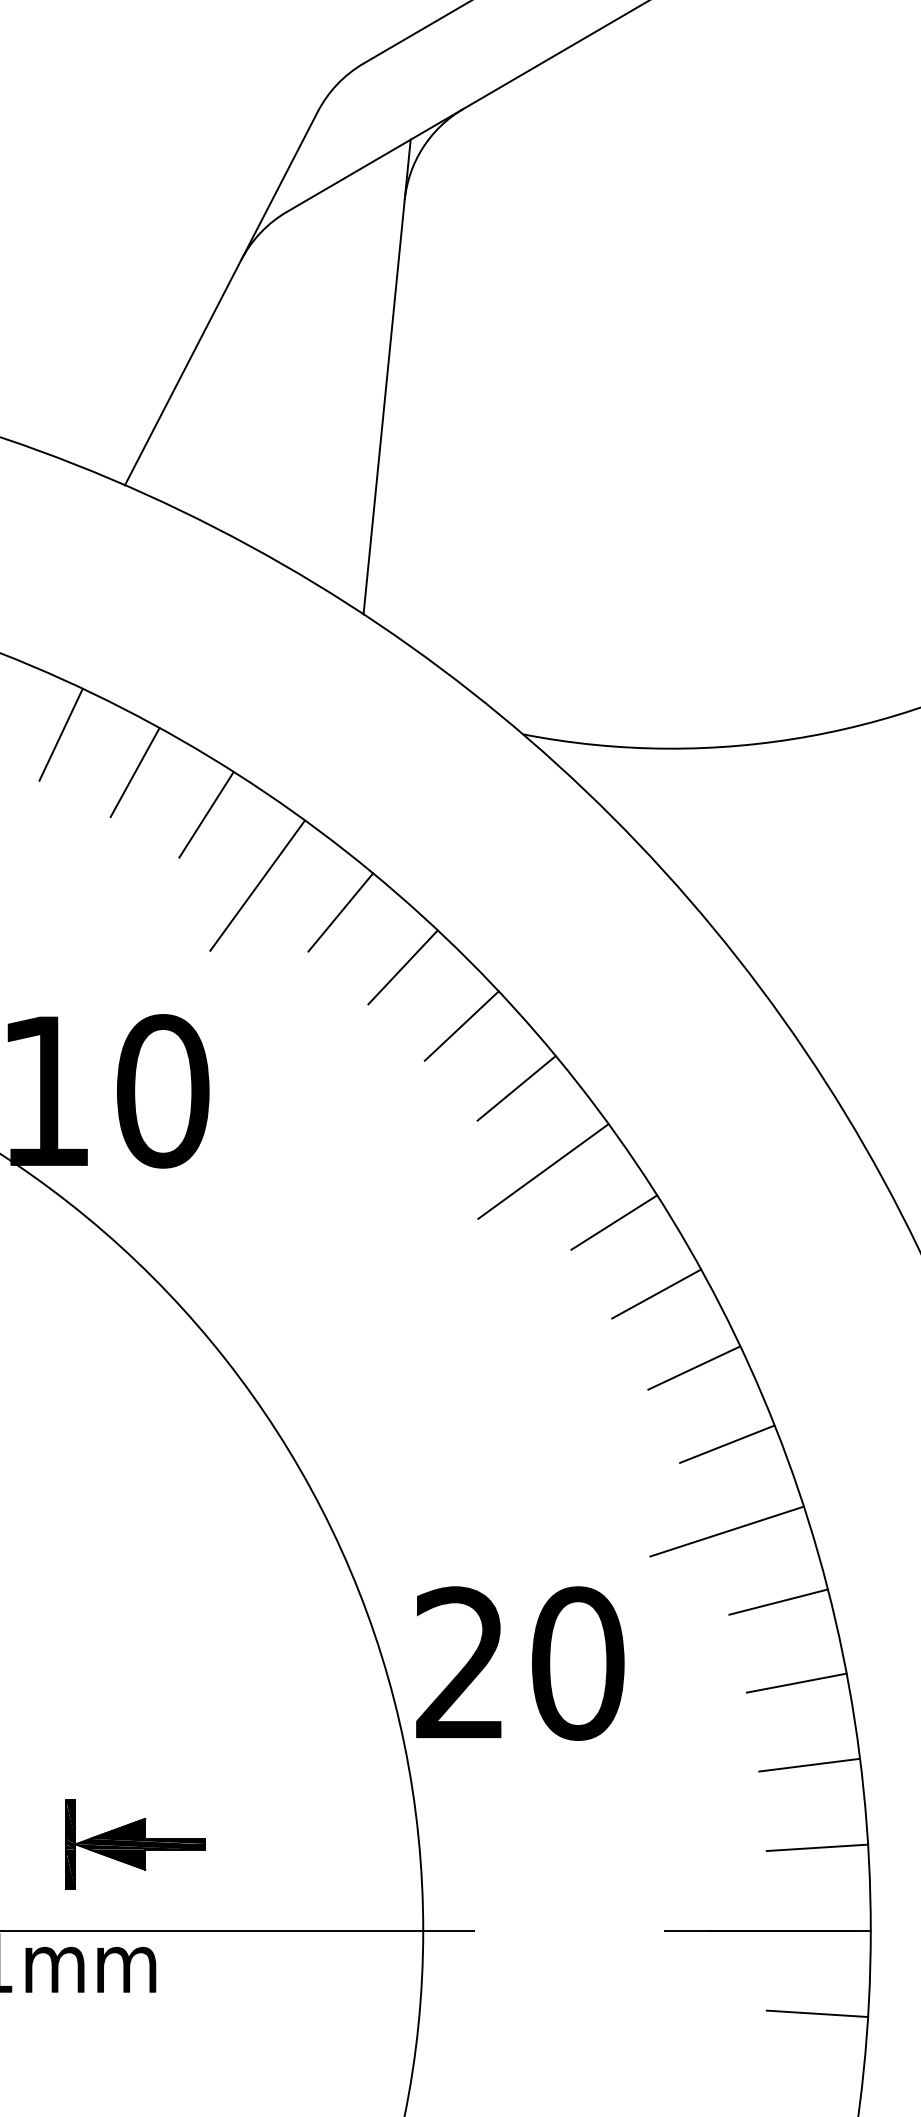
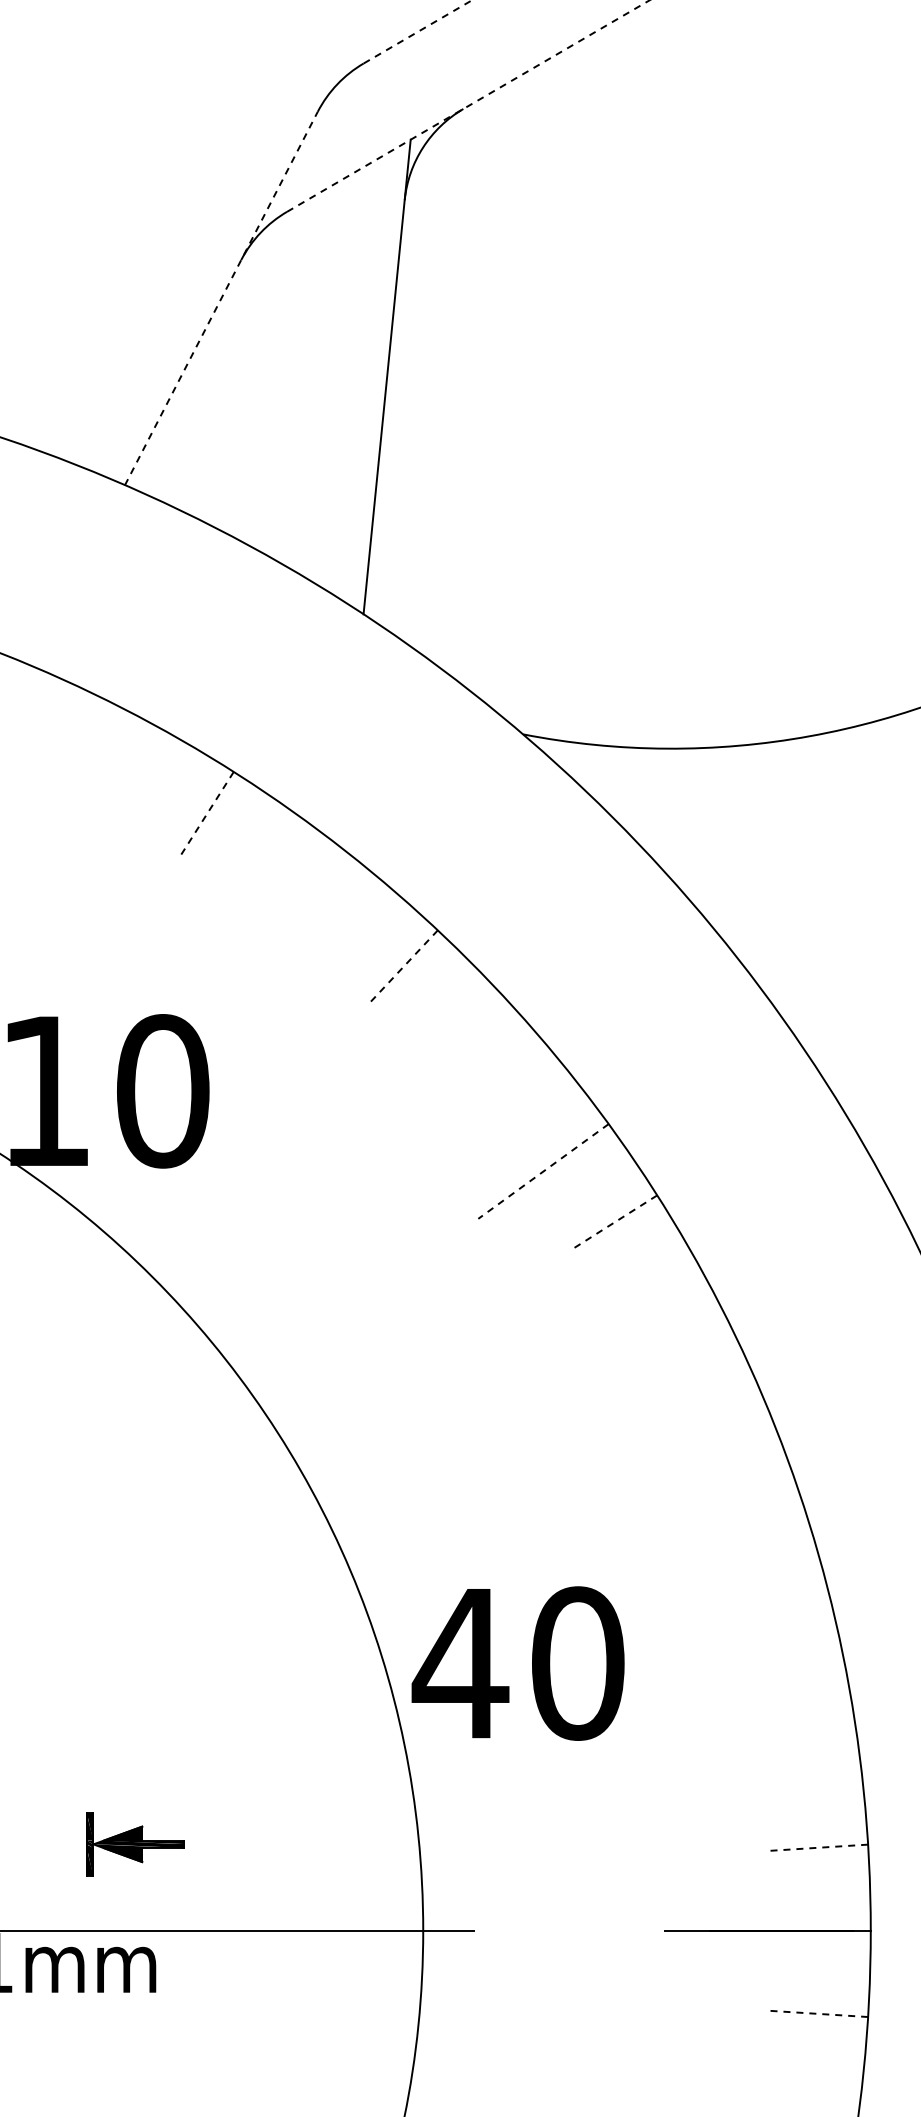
line at (418, 31): solid -> dashed
line at (468, 106): solid -> dashed
line at (221, 298): solid -> dashed
line at (60, 734): present -> none
line at (134, 772): present -> none
line at (206, 814): solid -> dashed
line at (257, 885): present -> none
line at (340, 912): present -> none
line at (403, 967): solid -> dashed
line at (461, 1025): present -> none
line at (516, 1088): present -> none
line at (543, 1171): solid -> dashed
line at (614, 1222): solid -> dashed
line at (656, 1293): present -> none
line at (694, 1367): present -> none
line at (727, 1443): present -> none
line at (726, 1531): present -> none
line at (778, 1601): present -> none
text at (460, 1662): 20 -> 40
line at (796, 1682): present -> none
line at (809, 1764): present -> none
part at (135, 1844) size: 141x91 px -> 99x65 px
line at (817, 1847): solid -> dashed
line at (817, 2013): solid -> dashed
